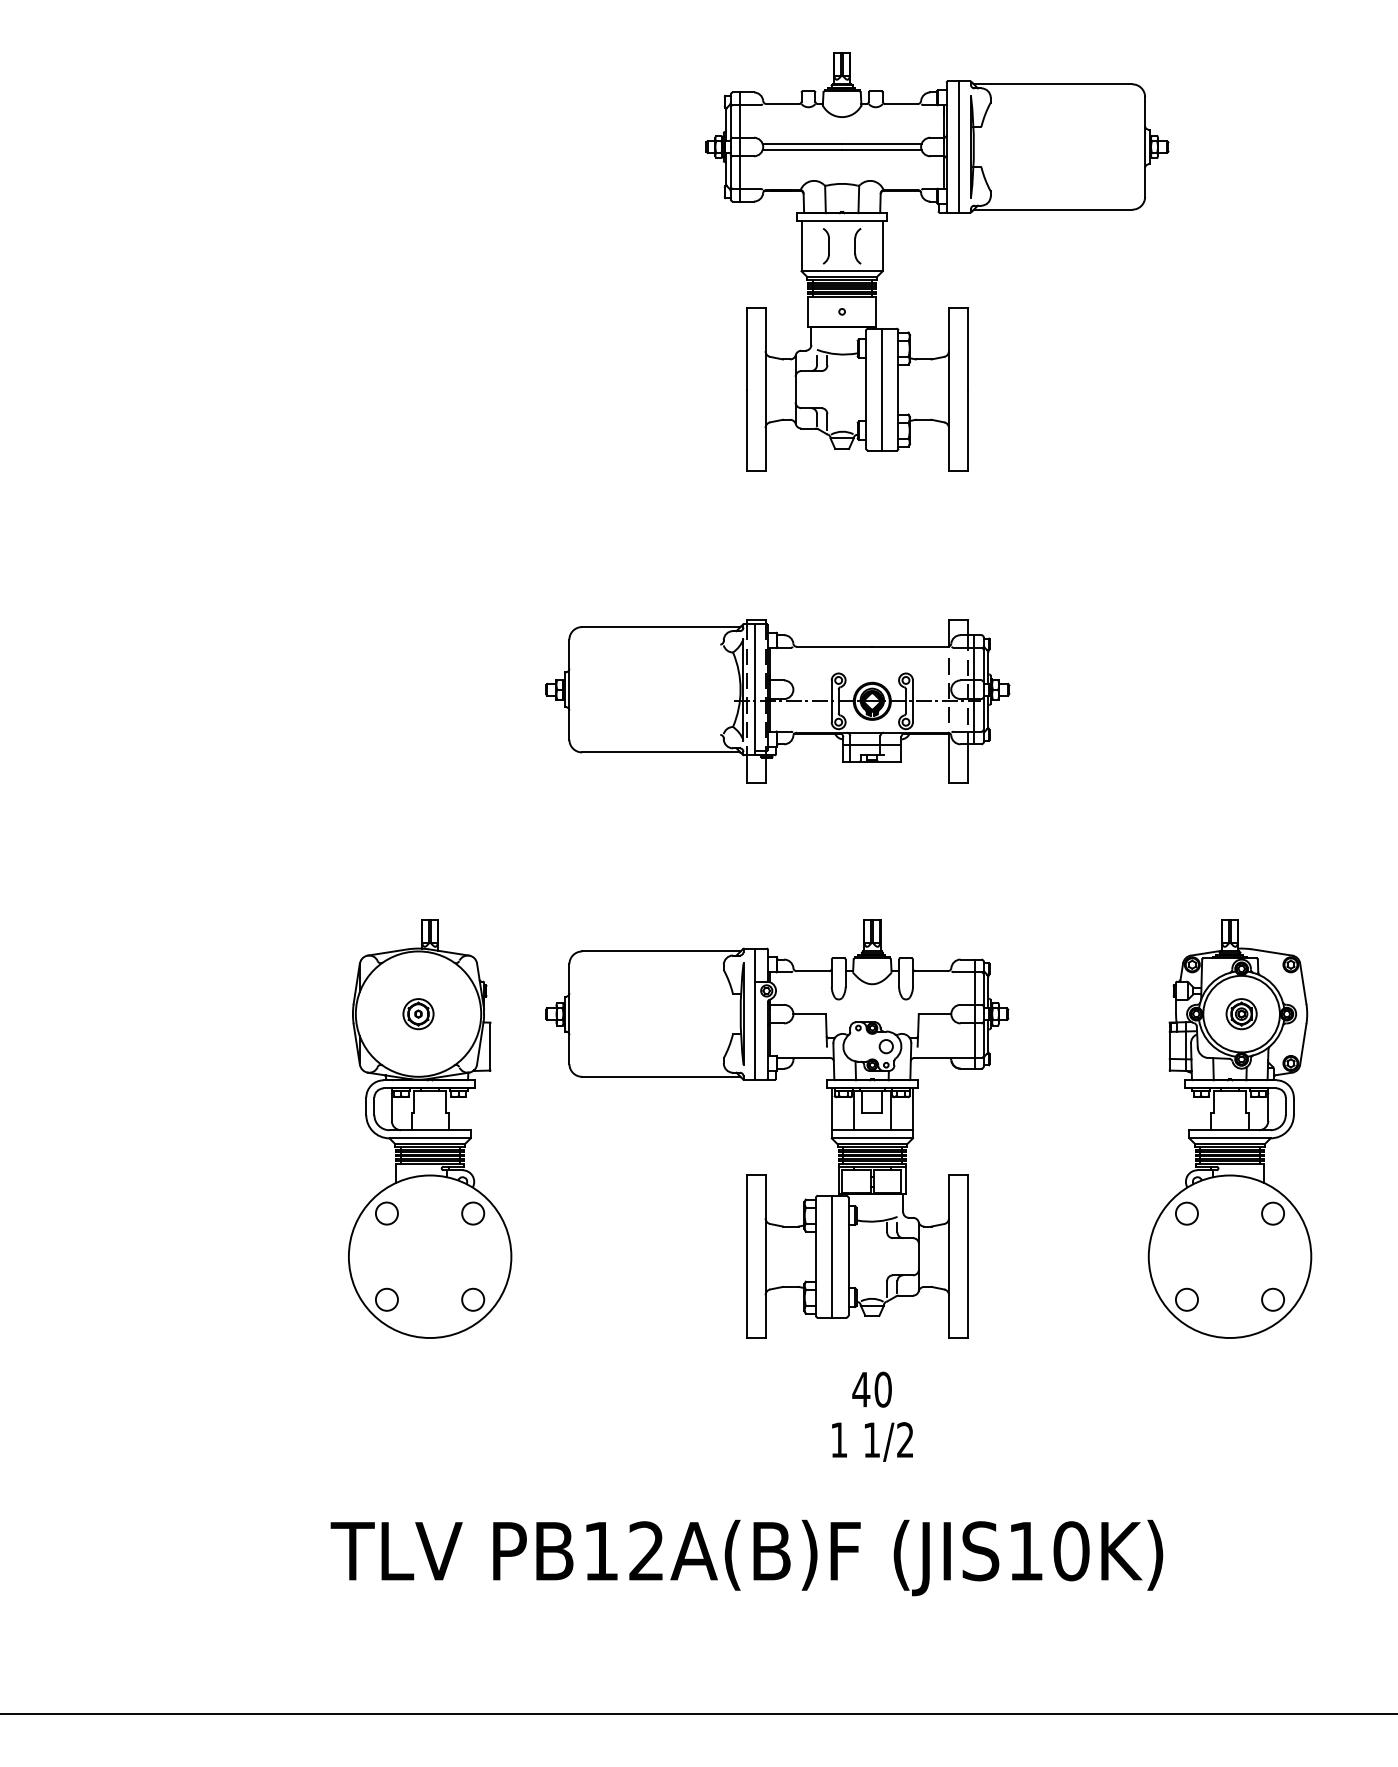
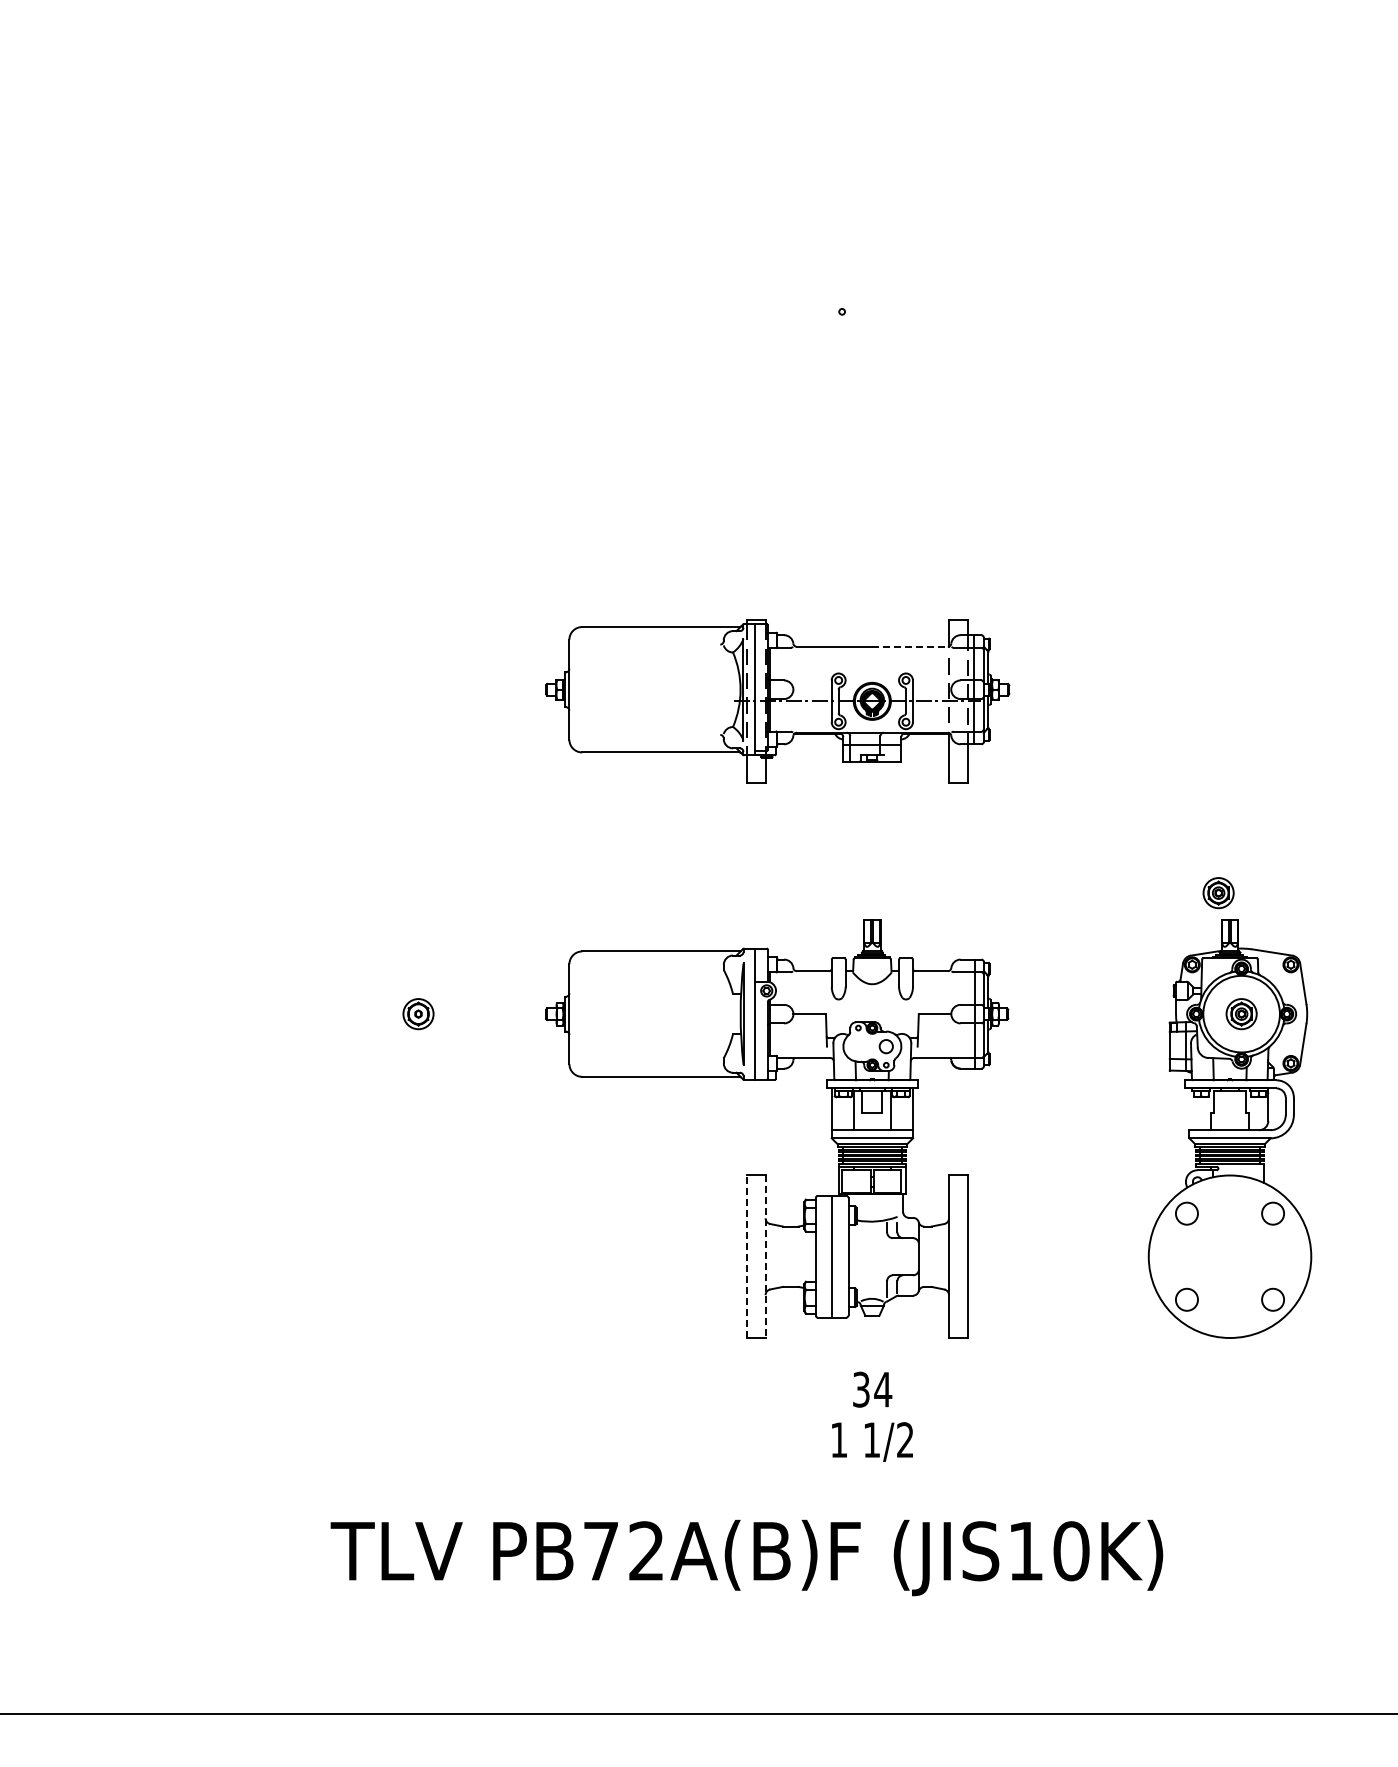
part at (948, 307): present -> none
line at (910, 646): solid -> dashed
part at (1218, 893): none -> present
part at (430, 1128): present -> none
line at (747, 1256): solid -> dashed
line at (765, 1257): solid -> dashed
text at (872, 1389): 40 -> 34
text at (600, 1551): PB12A(B)F -> PB72A(B)F
